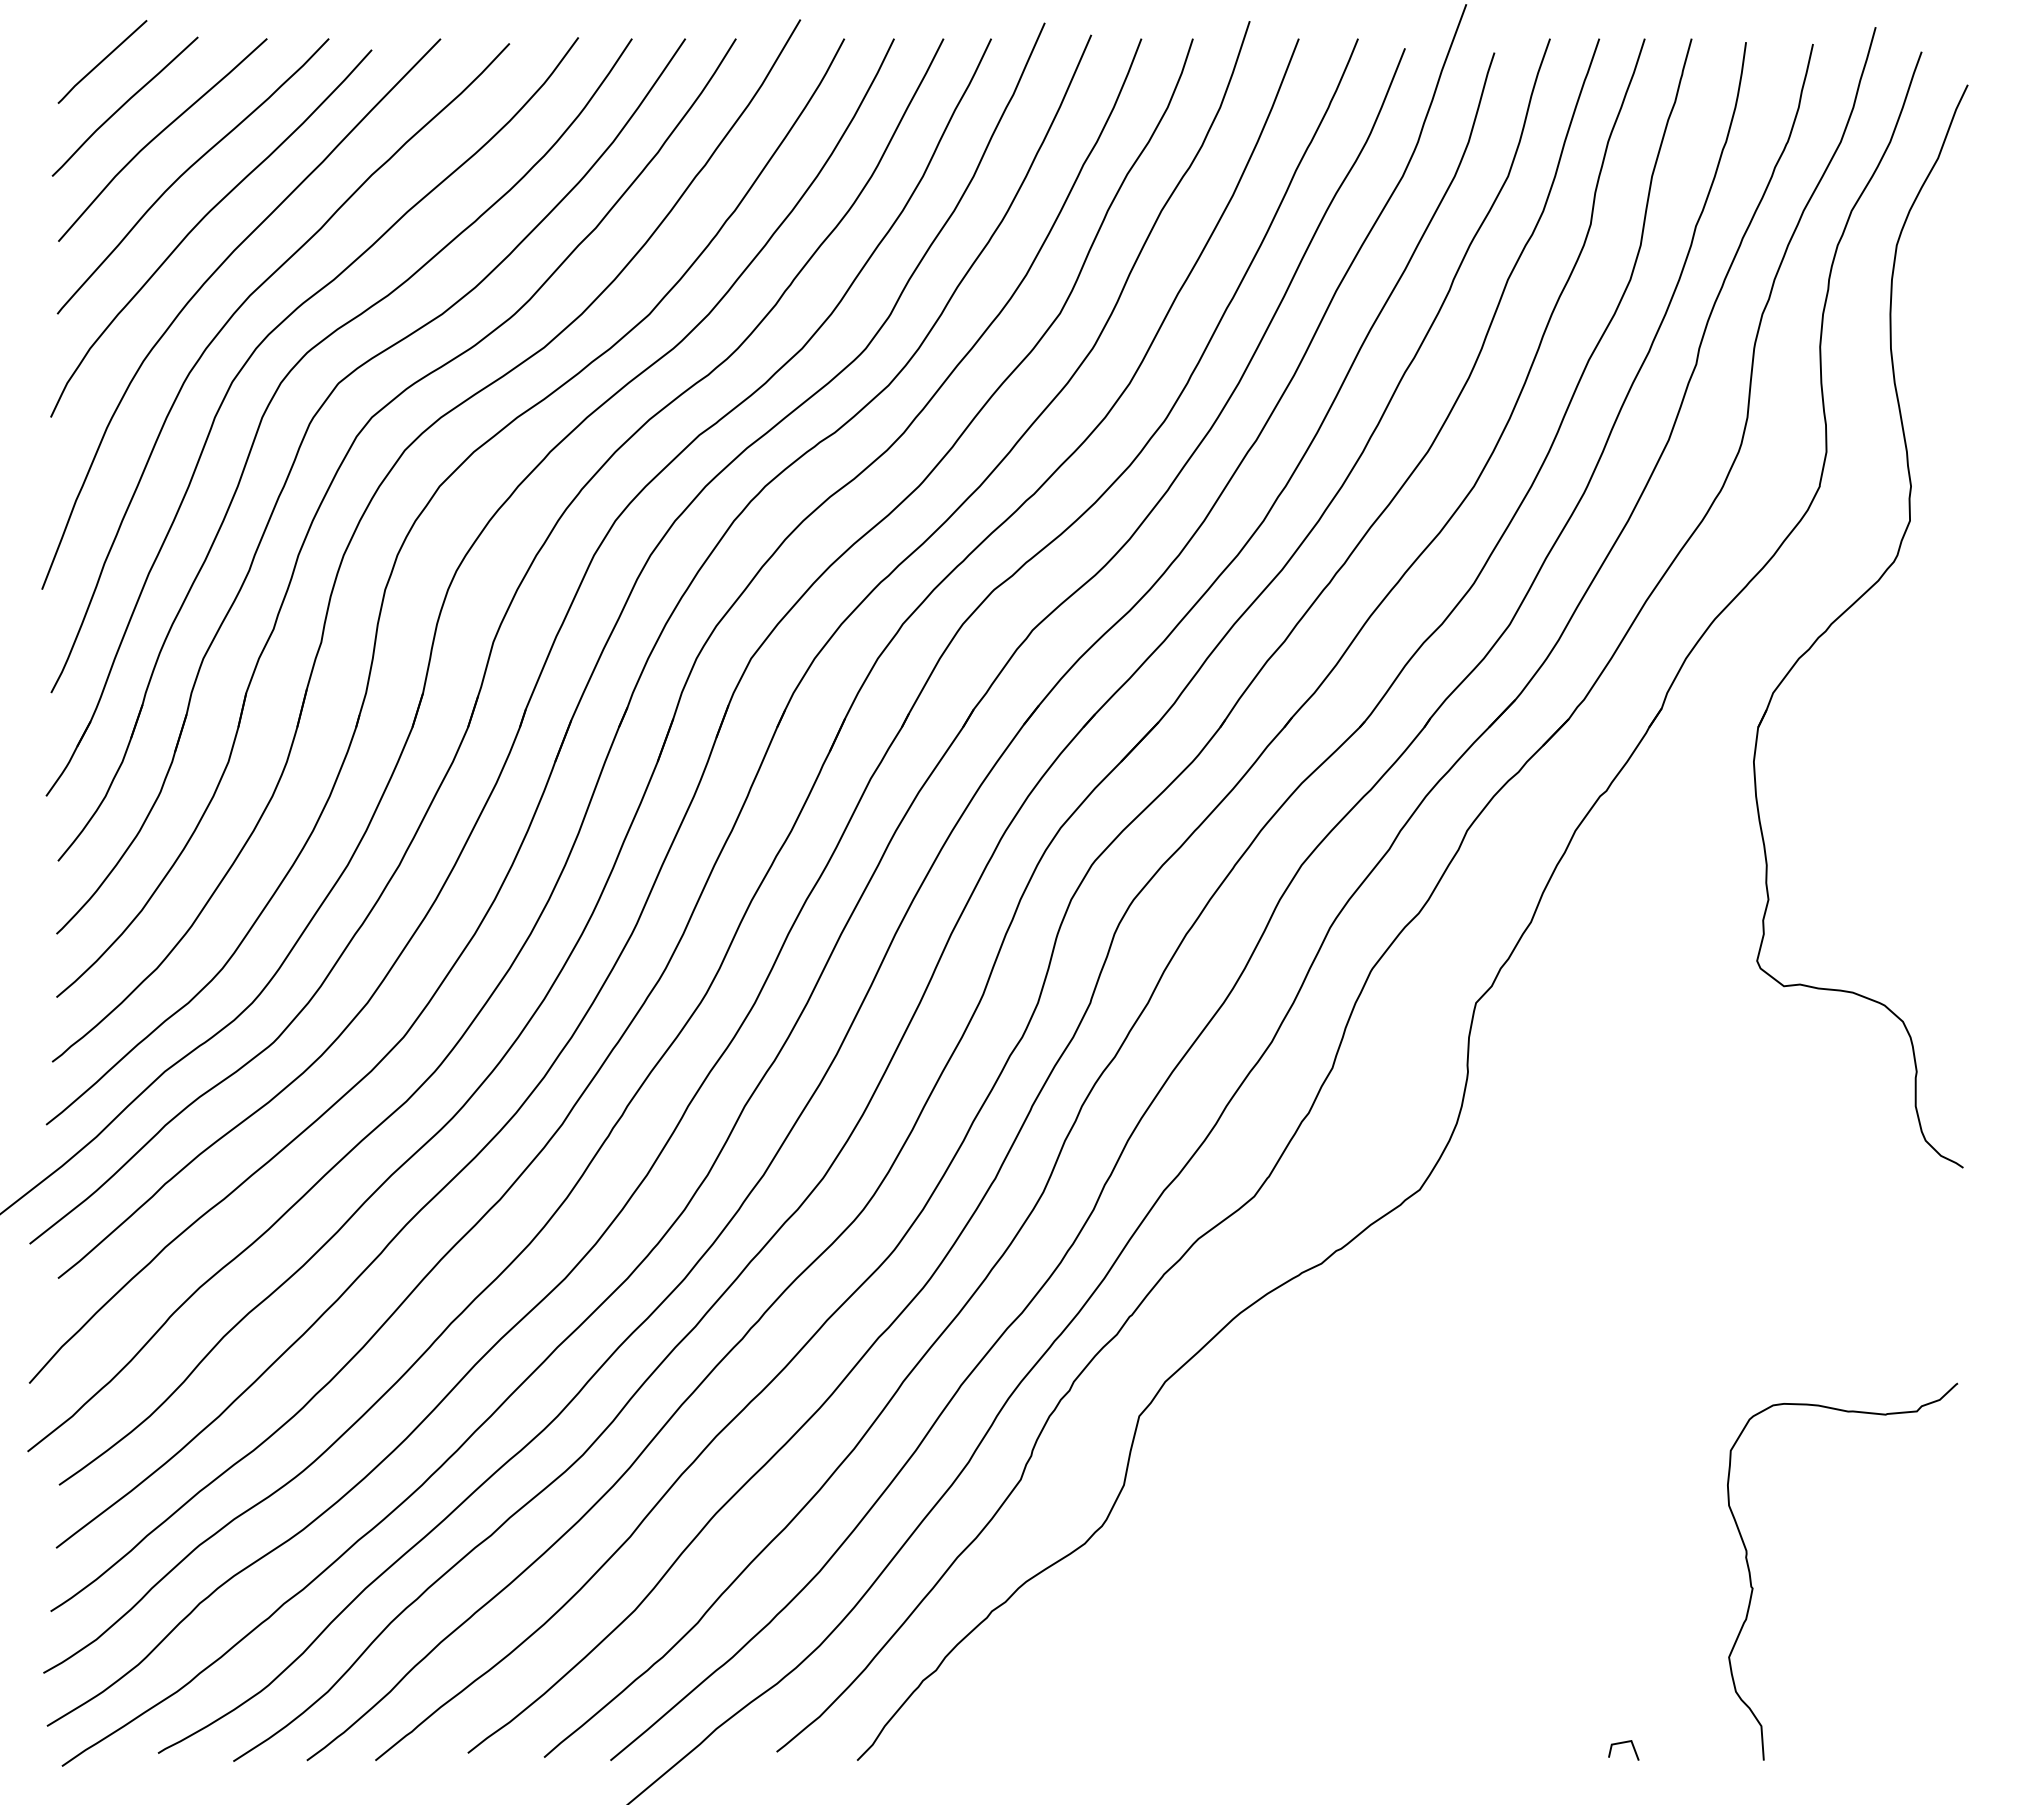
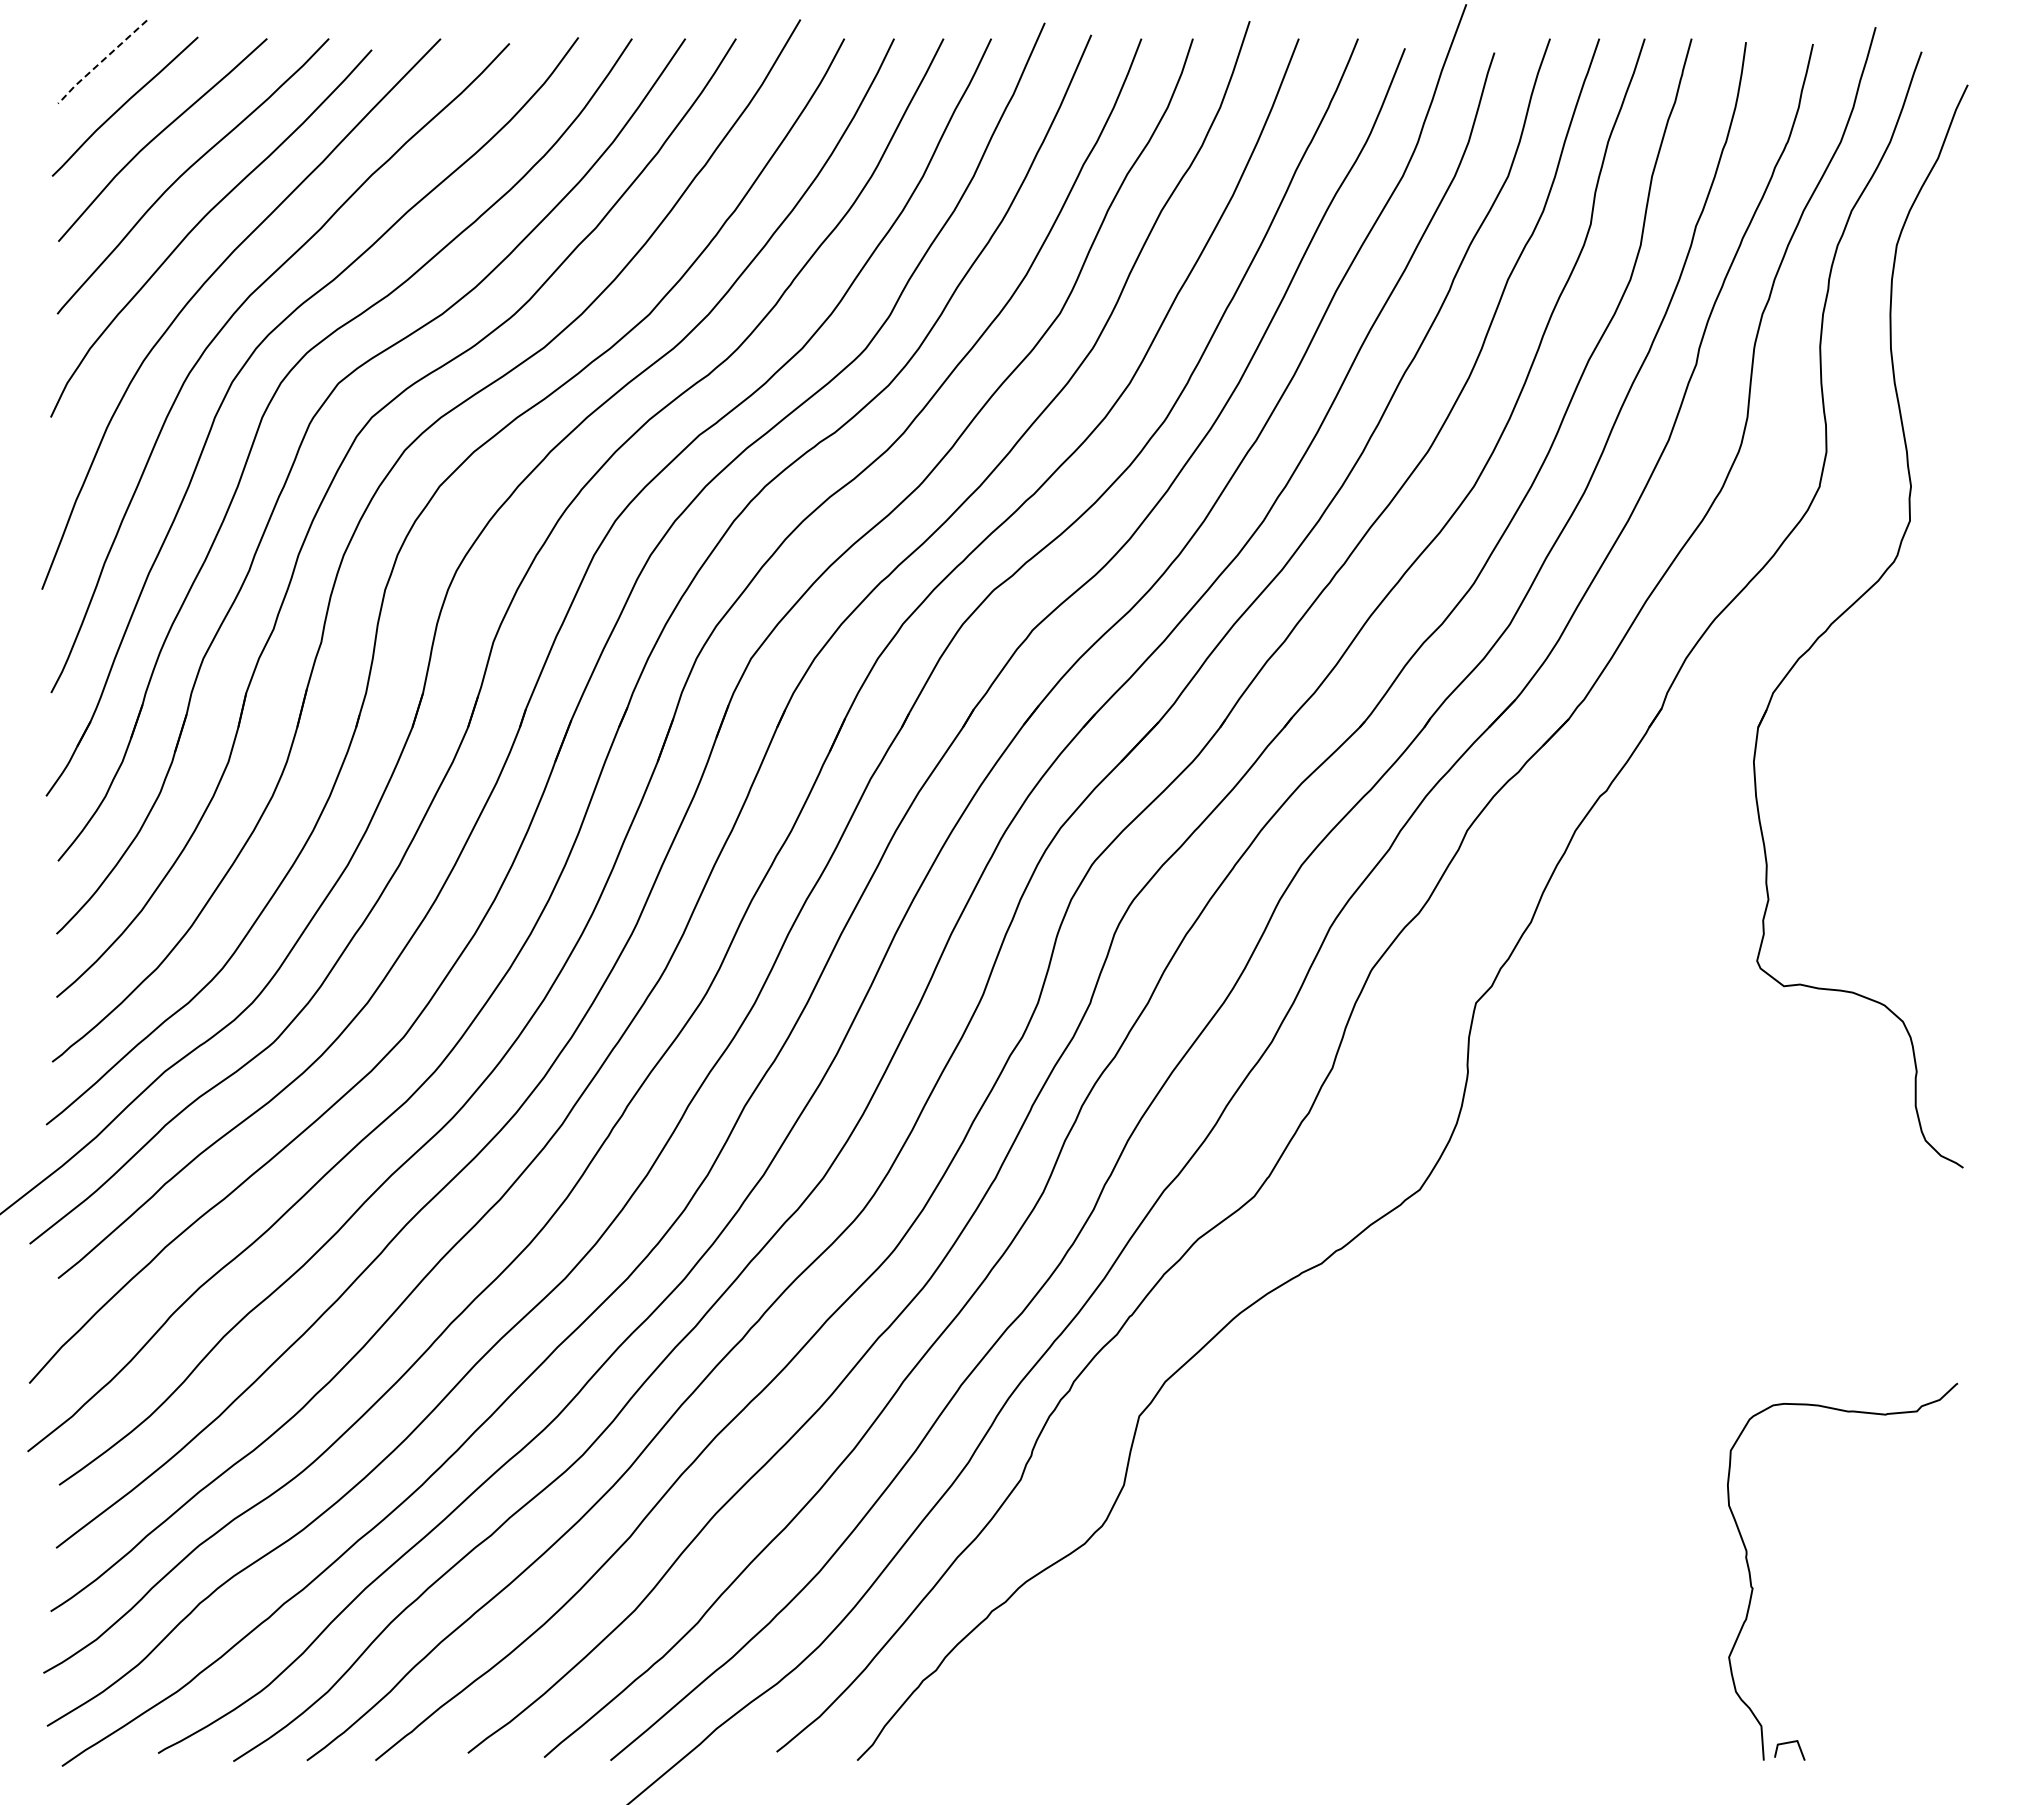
line at (100, 62): solid -> dashed
line at (1623, 1743) position: (1623, 1743) -> (1789, 1743)
